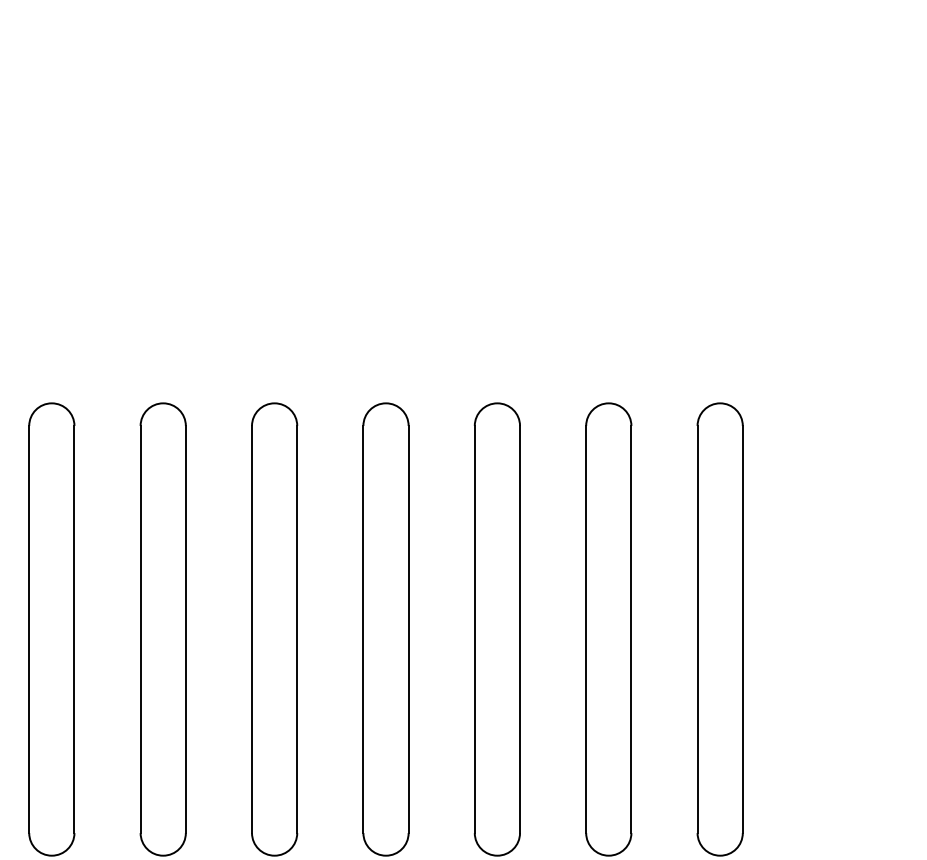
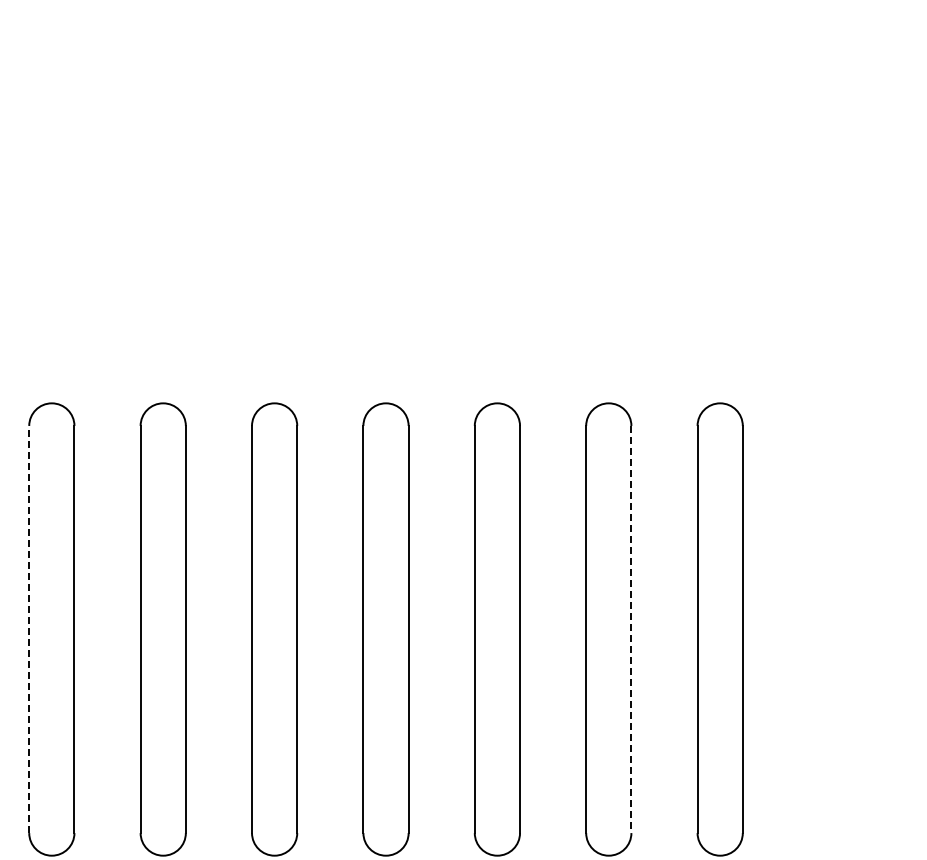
line at (29, 629): solid -> dashed
line at (631, 629): solid -> dashed
